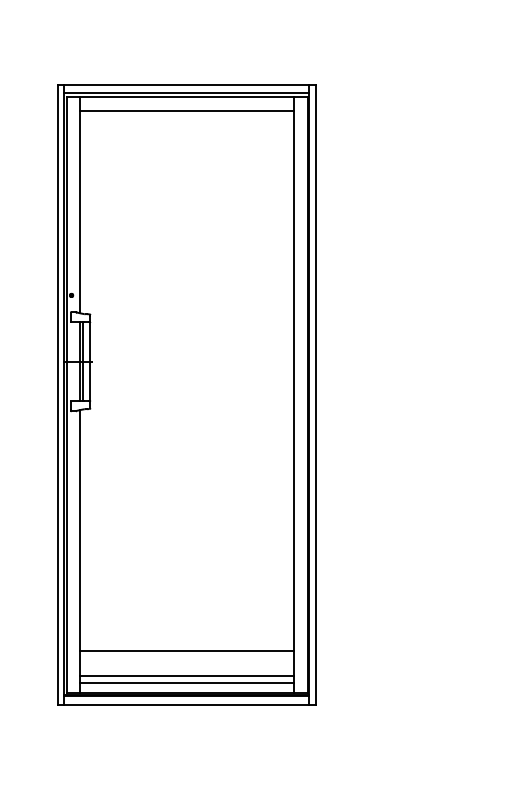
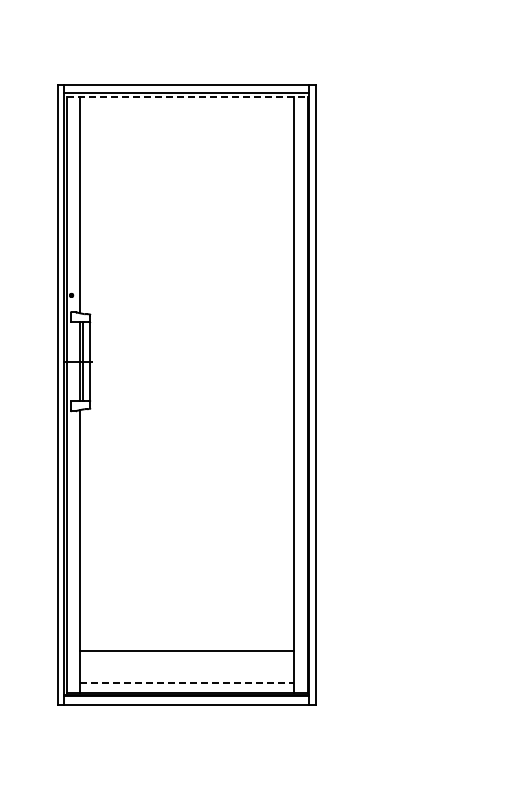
line at (187, 97): solid -> dashed
line at (187, 110): present -> none
line at (187, 675): present -> none
line at (187, 682): solid -> dashed
